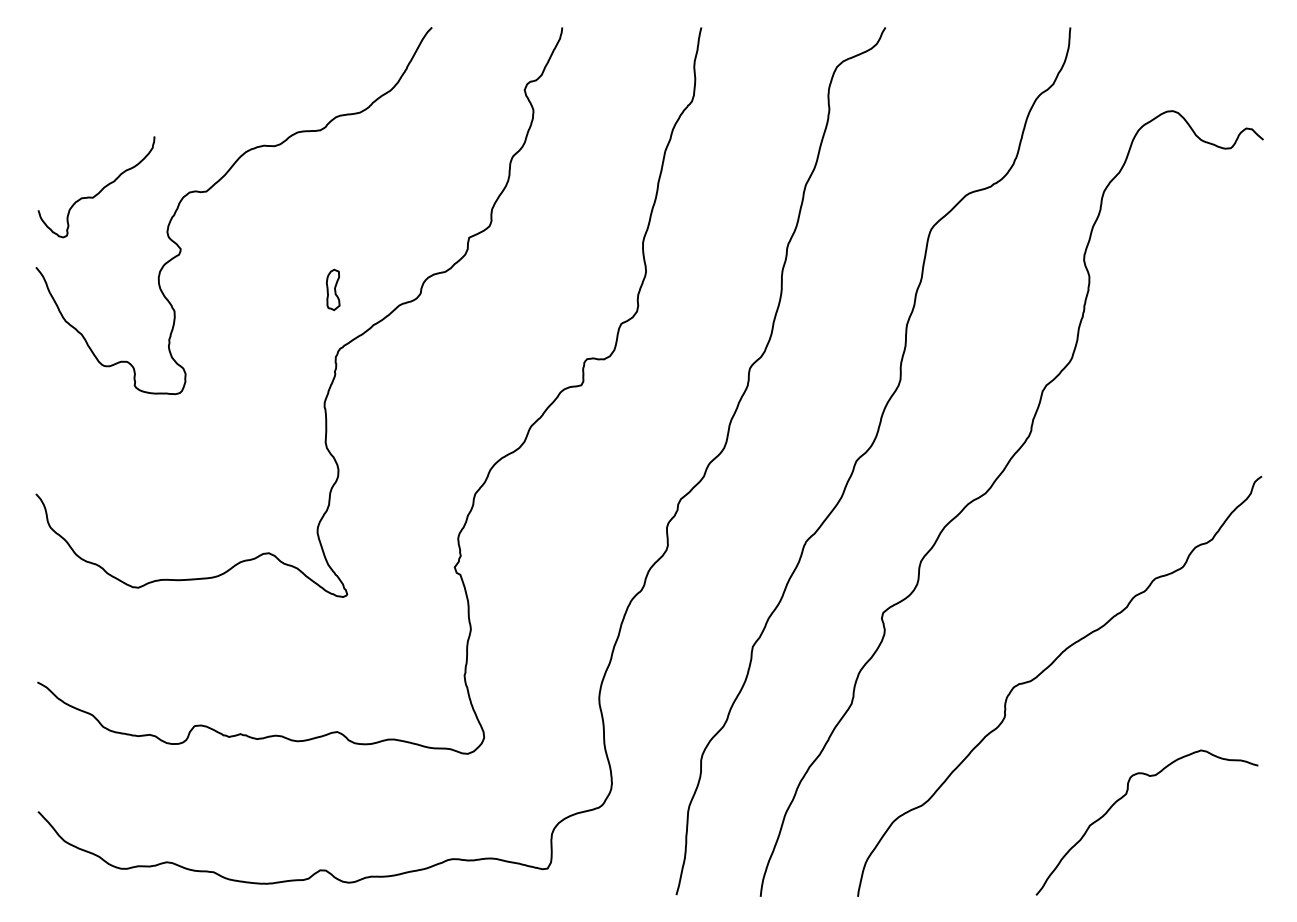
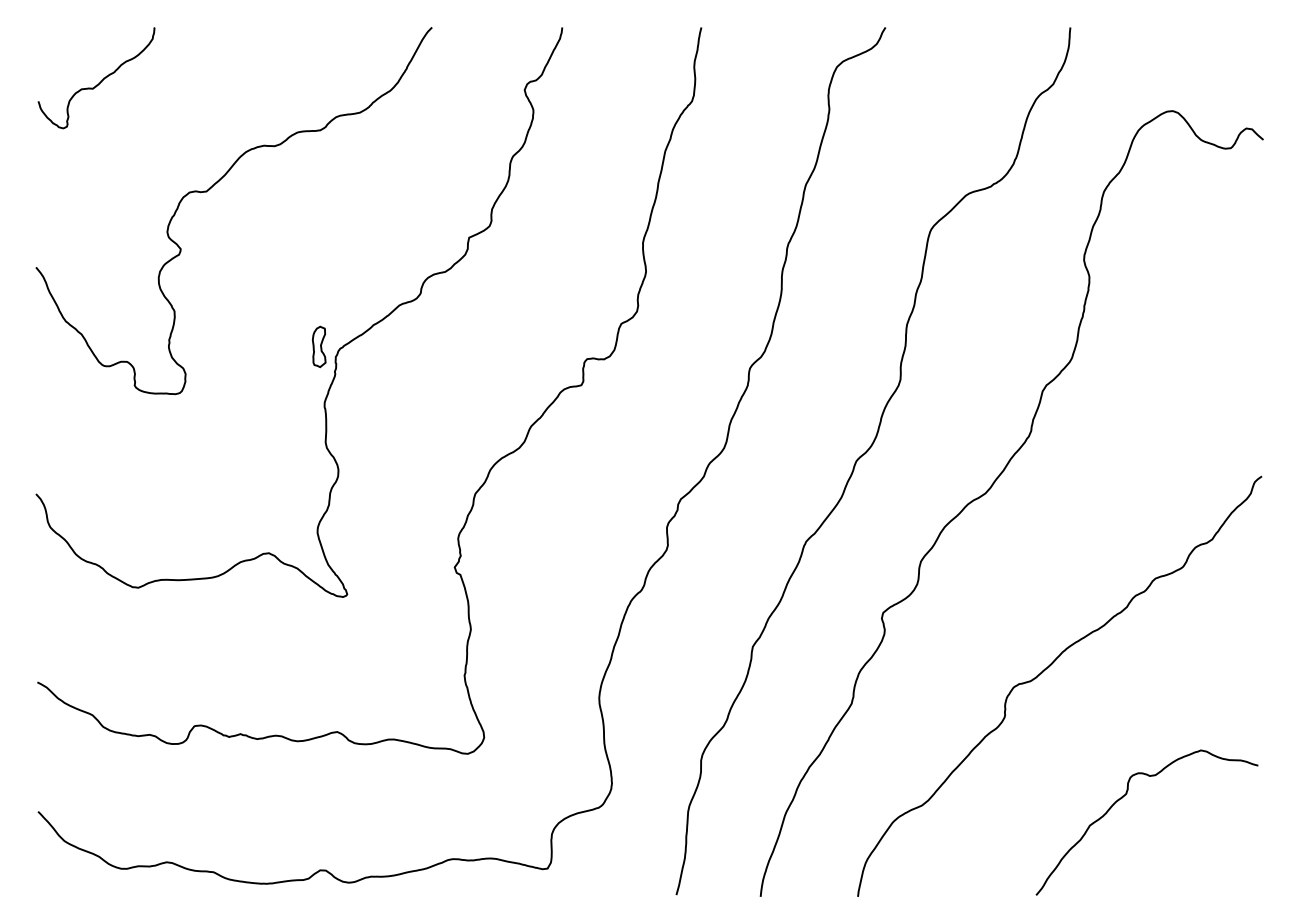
curve at (100, 190) position: (100, 190) -> (100, 81)
part at (333, 289) position: (333, 289) -> (319, 346)
